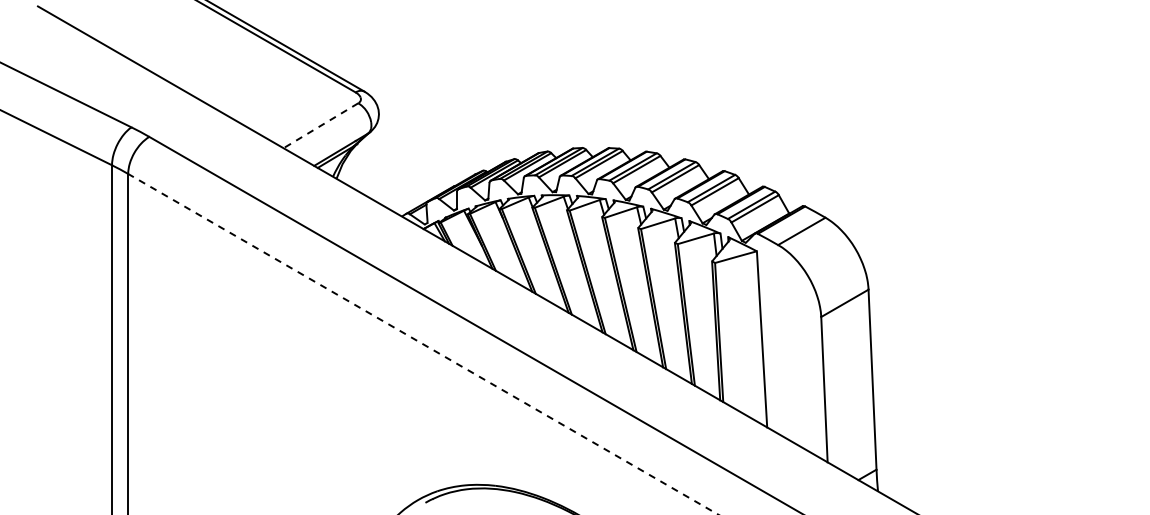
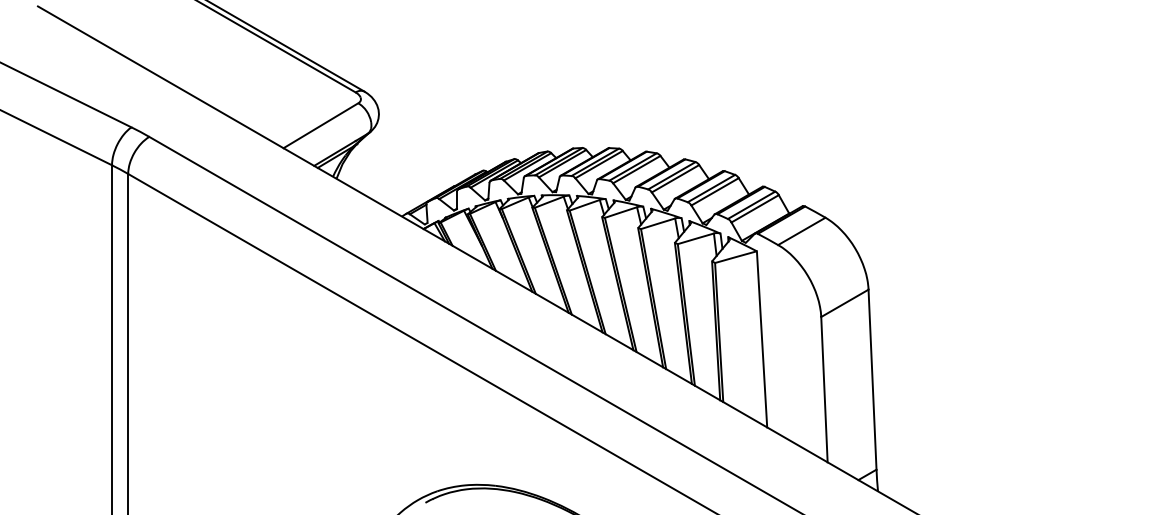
line at (320, 125): dashed -> solid
line at (423, 344): dashed -> solid
